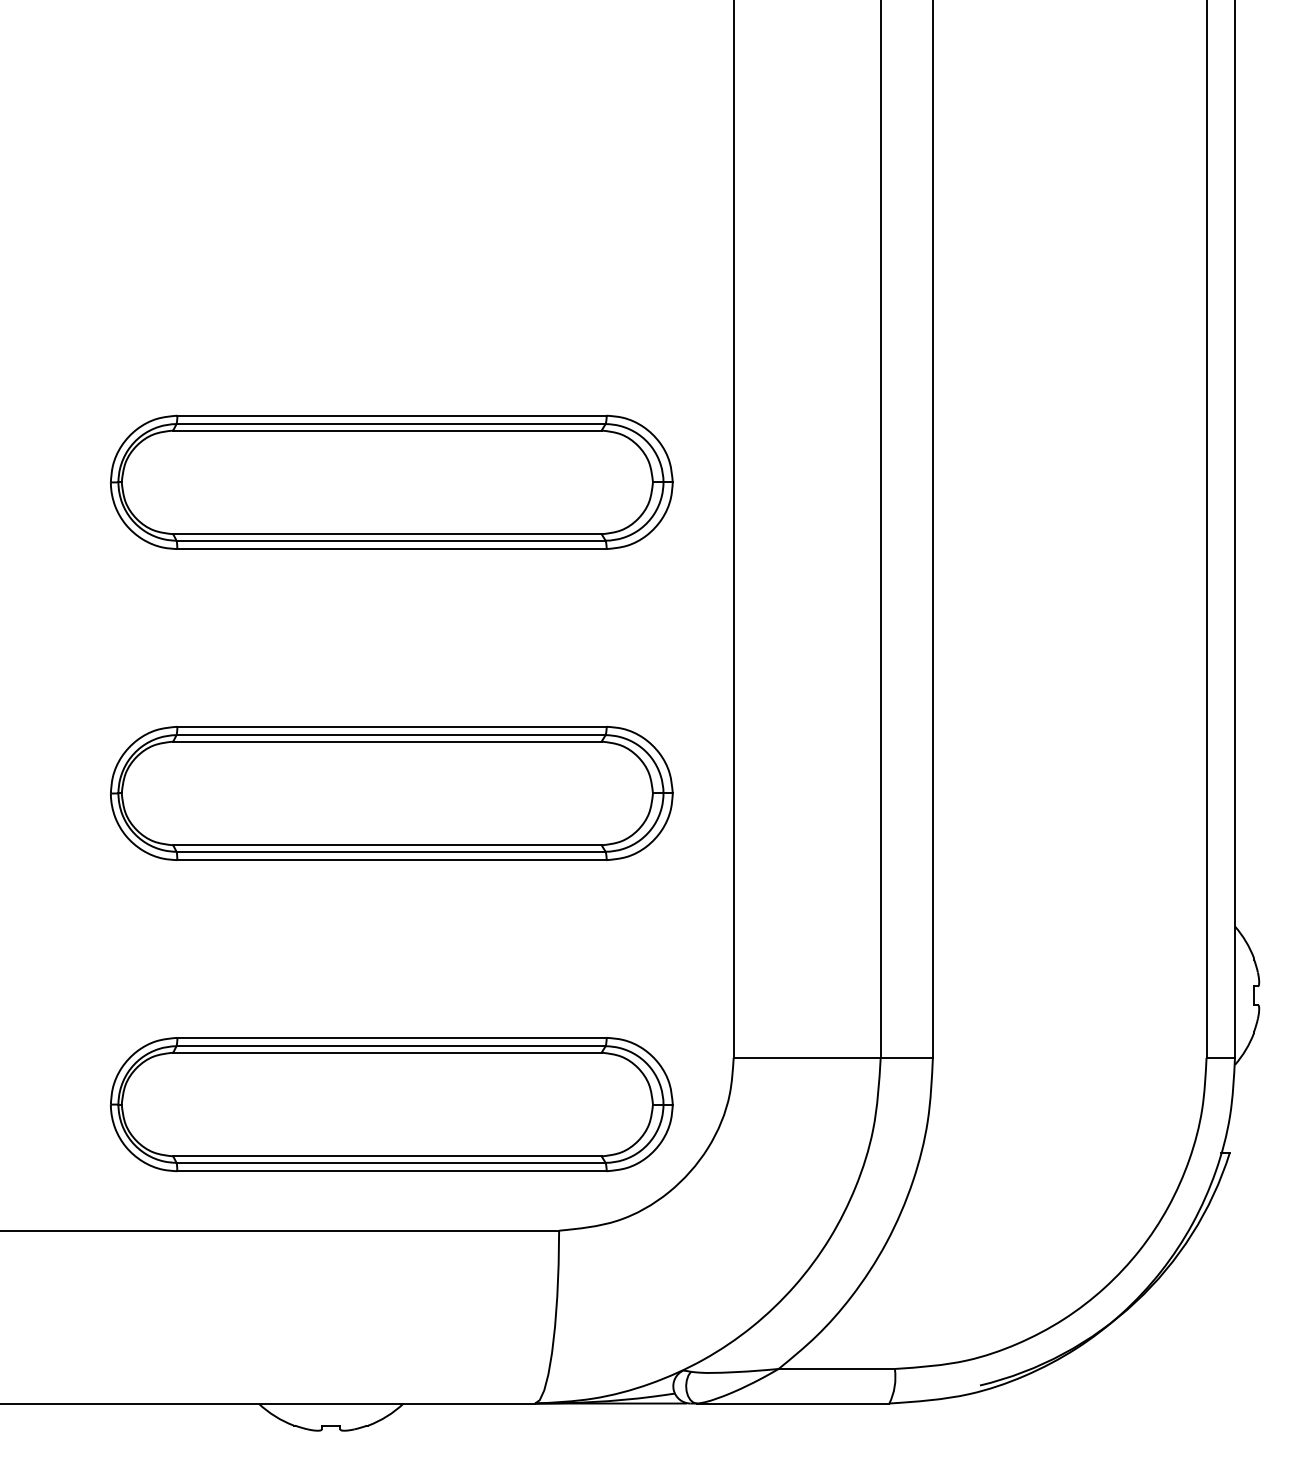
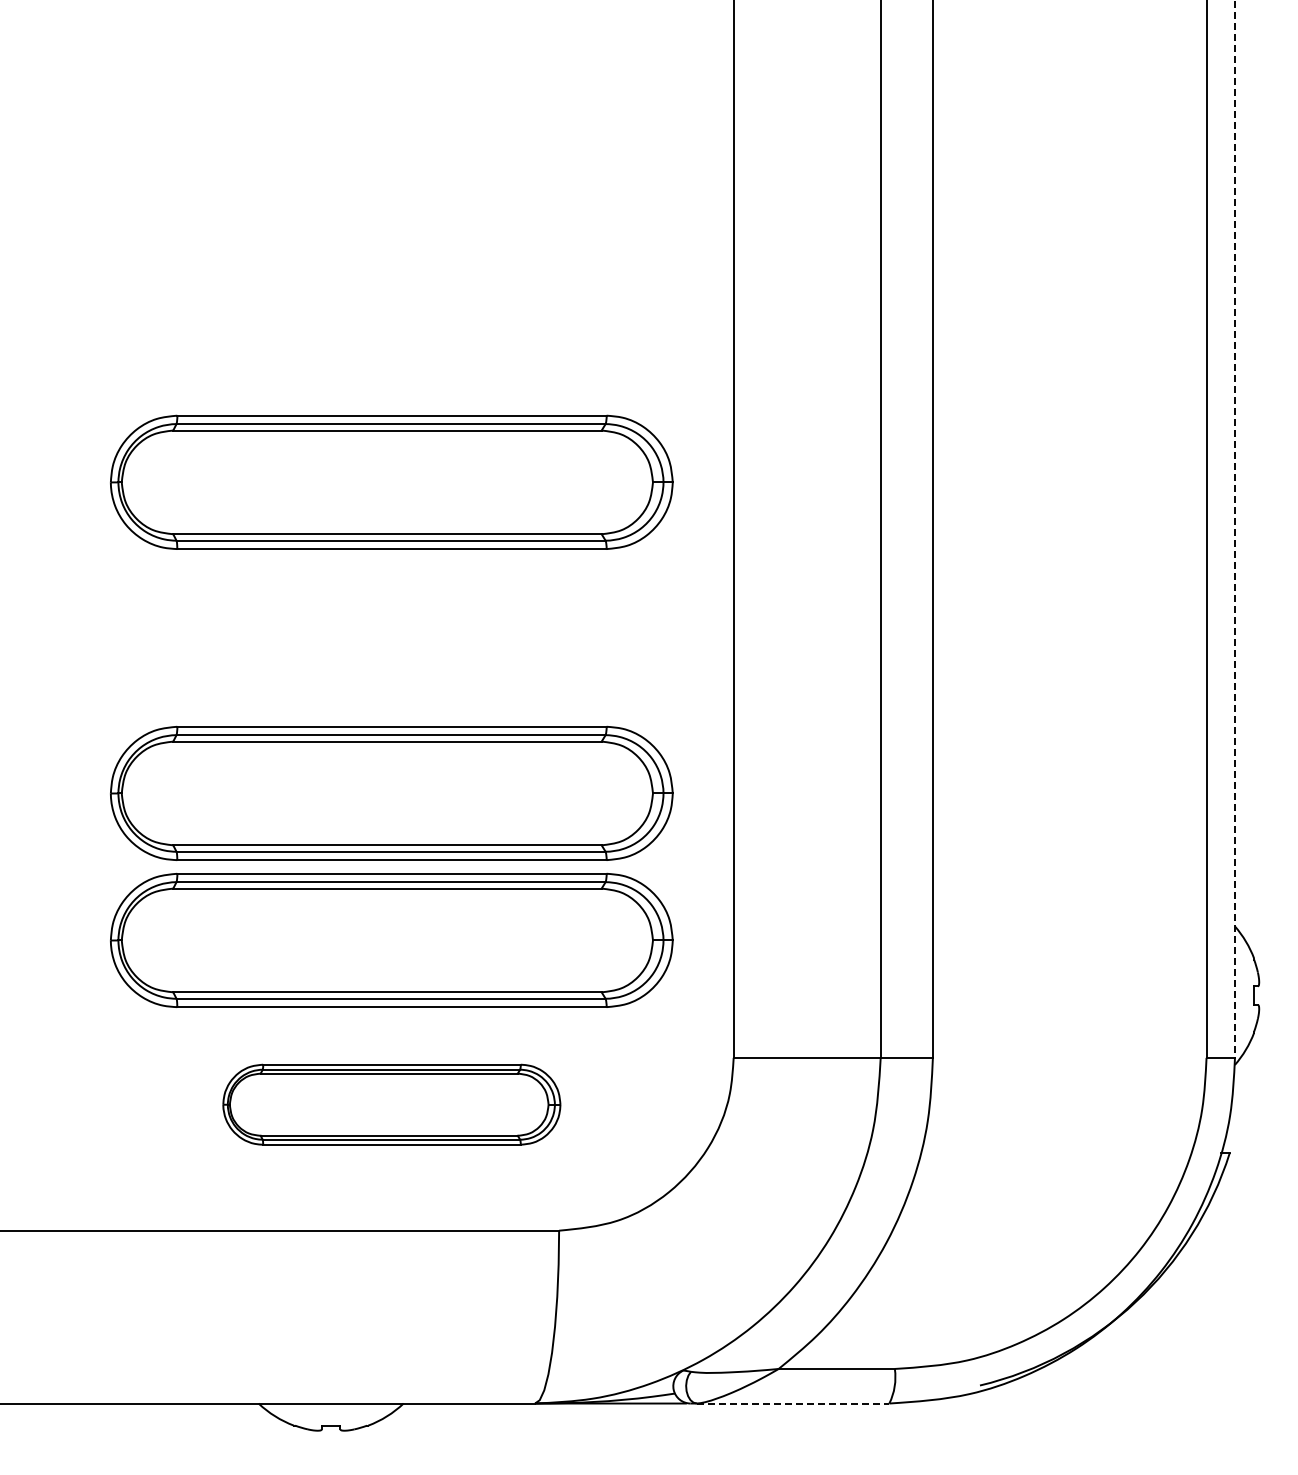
line at (1234, 529): solid -> dashed
part at (391, 939): none -> present
part at (391, 1104) size: 564x136 px -> 340x83 px
line at (793, 1403): solid -> dashed
